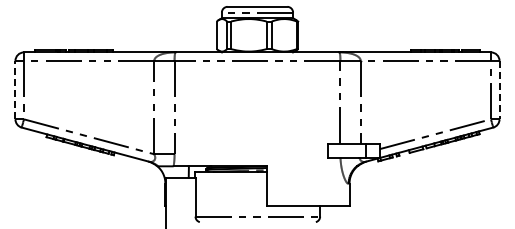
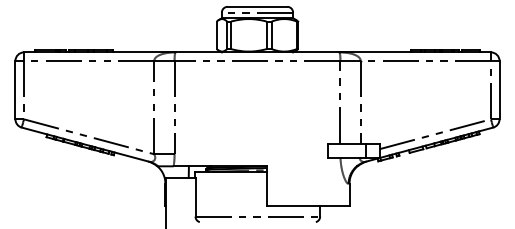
line at (15, 89): dashed -> solid
line at (499, 90): dashed -> solid
